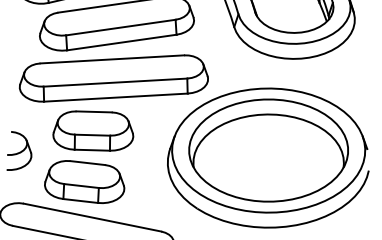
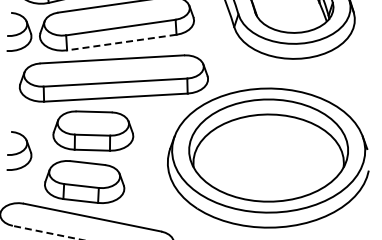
part at (19, 31): none -> present
line at (121, 42): solid -> dashed
line at (47, 232): solid -> dashed
